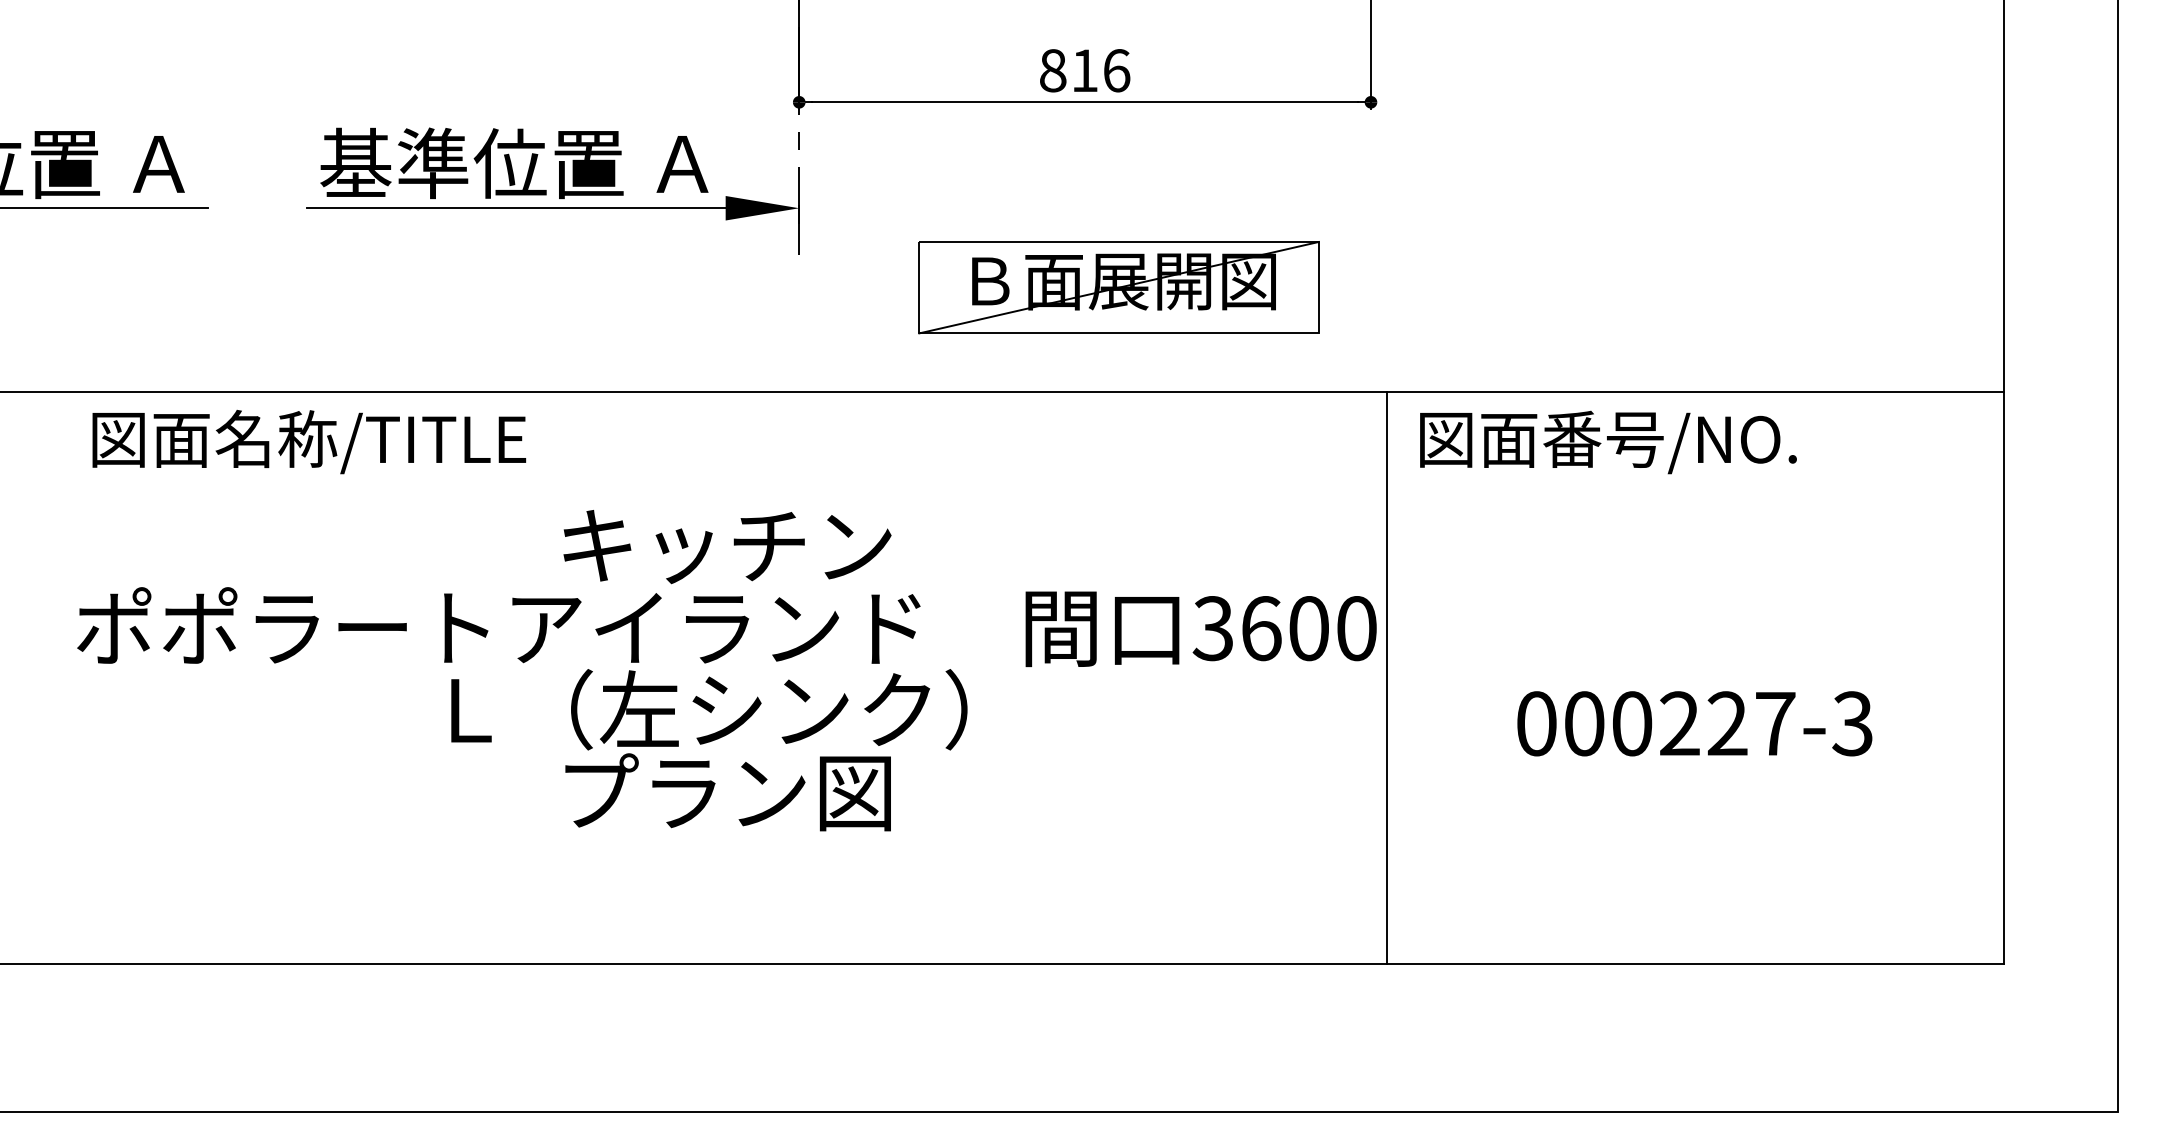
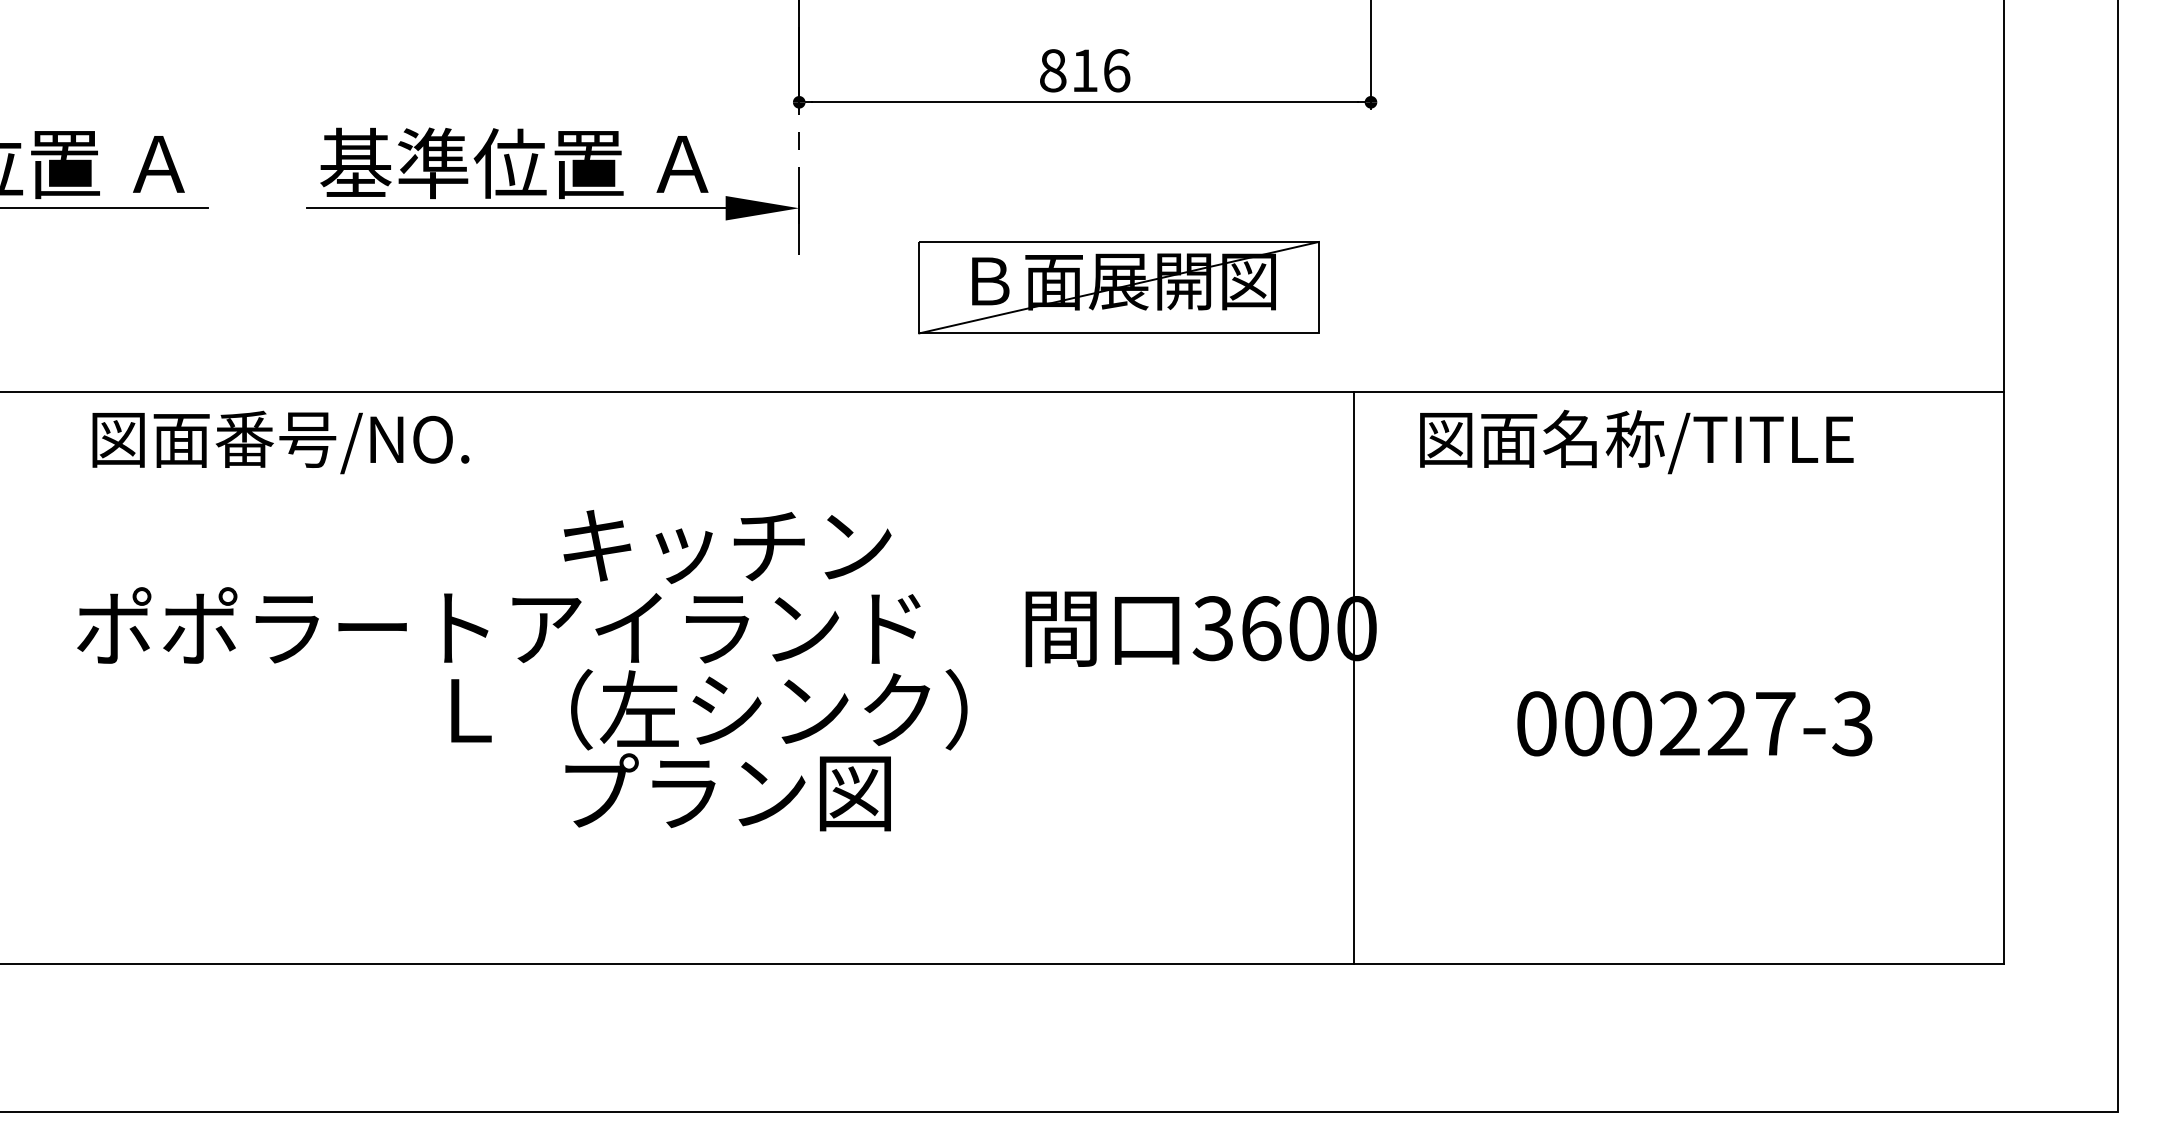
text at (370, 438): 図面名称/TITLE -> 図面番号/NO.
text at (1698, 438): 図面番号/NO. -> 図面名称/TITLE
line at (1386, 677) position: (1386, 677) -> (1353, 677)
